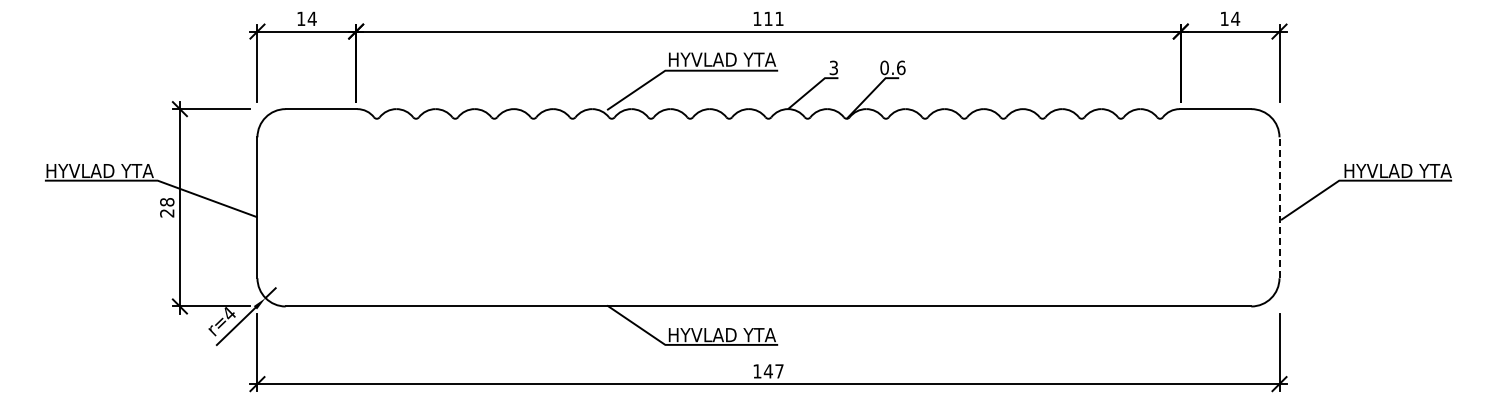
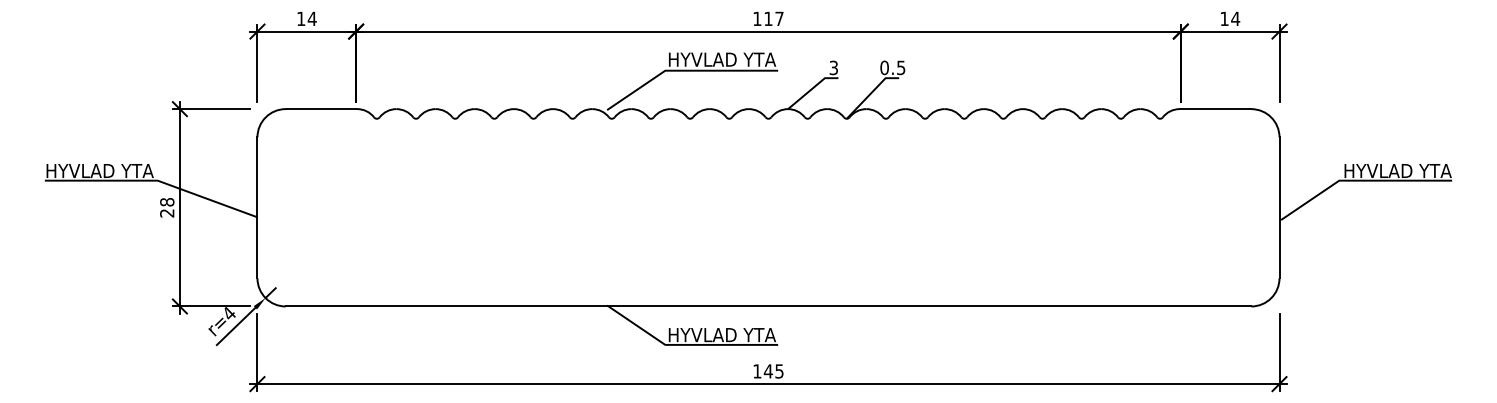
text at (779, 18): 111 -> 117
text at (901, 67): 0.6 -> 0.5
line at (1279, 207): dashed -> solid
text at (779, 371): 147 -> 145
